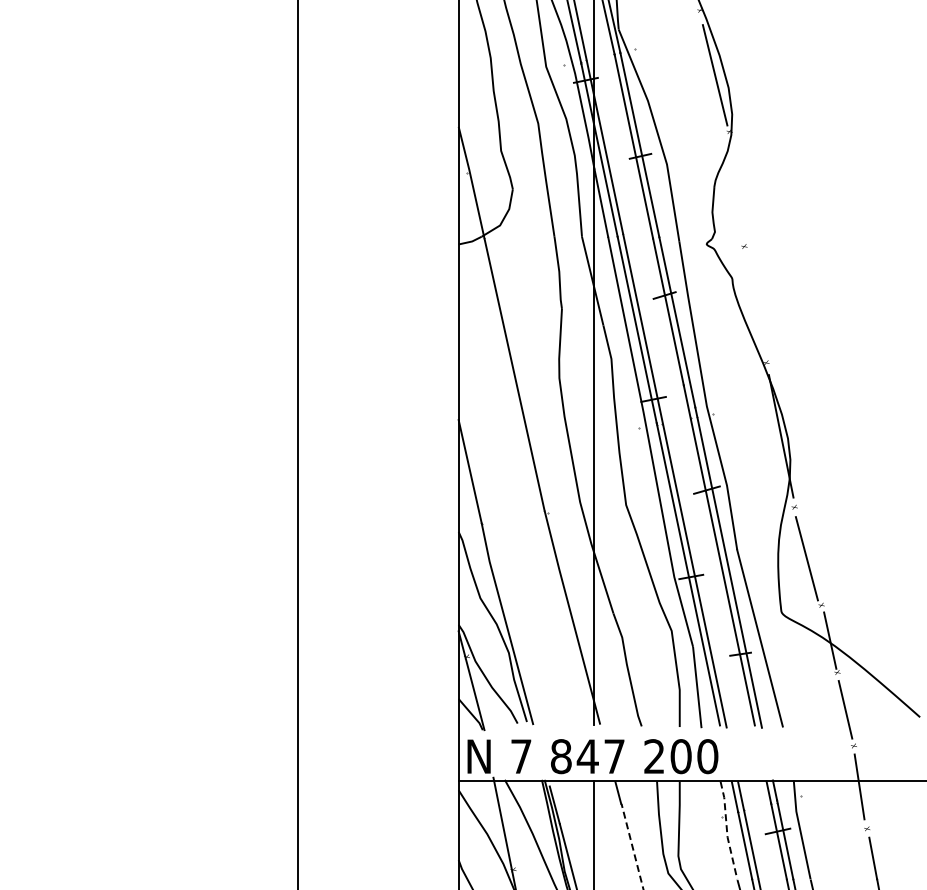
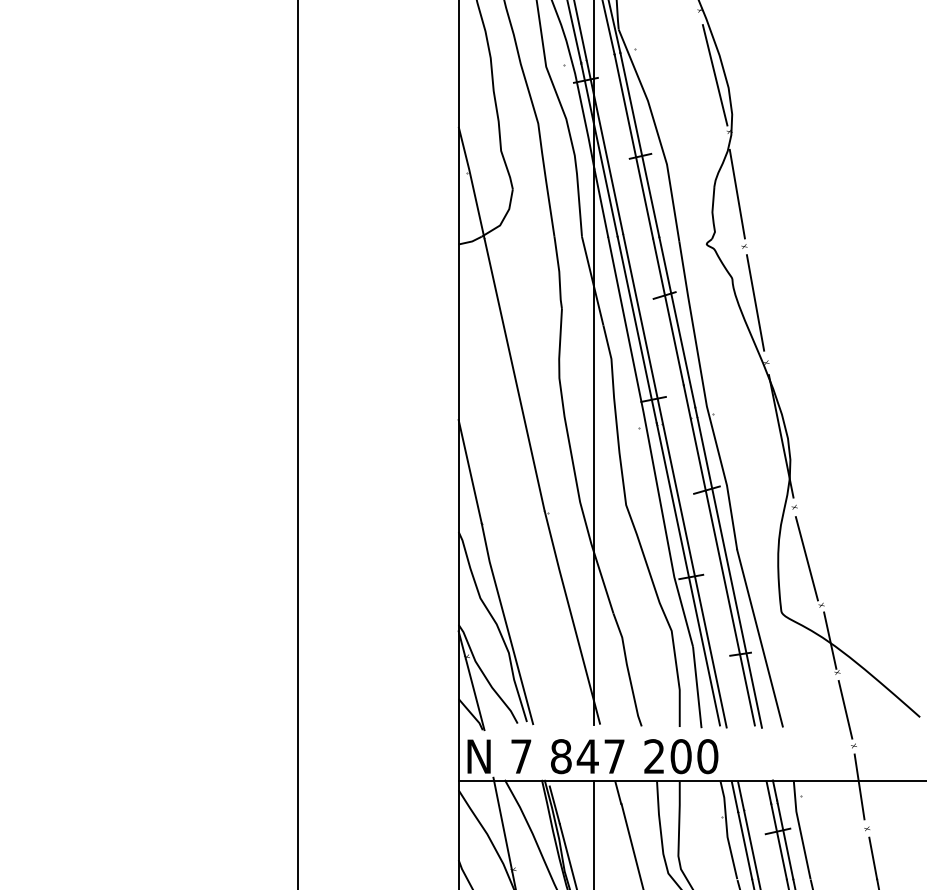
line at (736, 193): none -> present
line at (755, 302): none -> present
line at (727, 831): dashed -> solid
line at (632, 846): dashed -> solid
